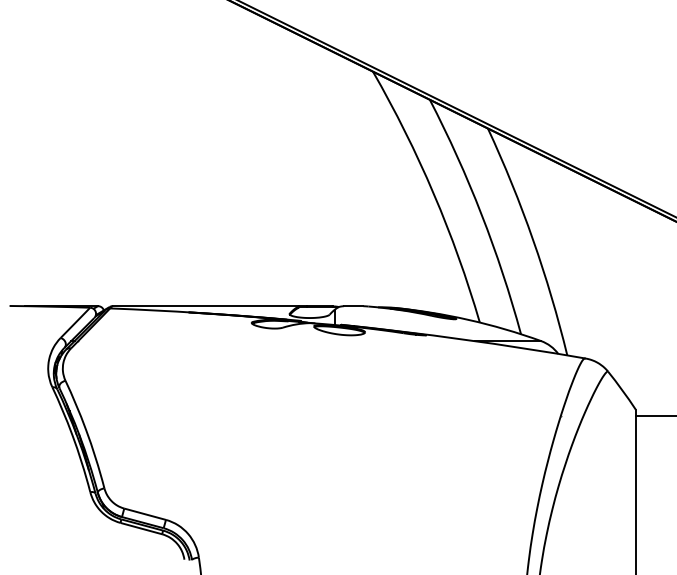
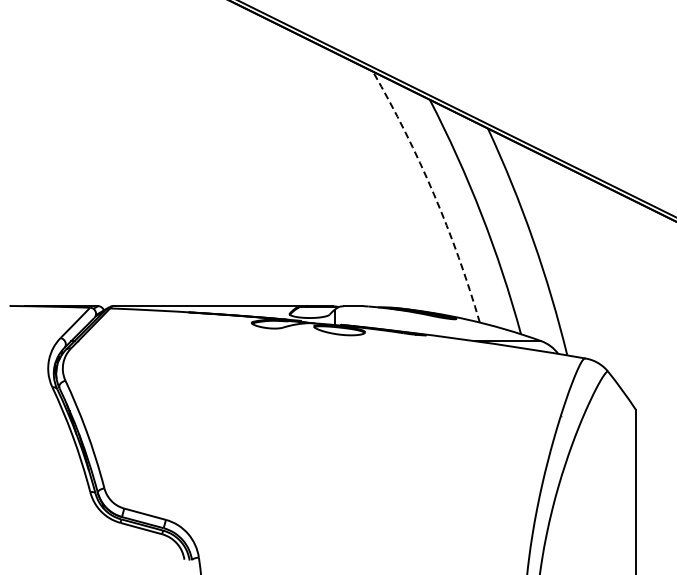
arc at (433, 193): solid -> dashed
line at (654, 415): present -> none
